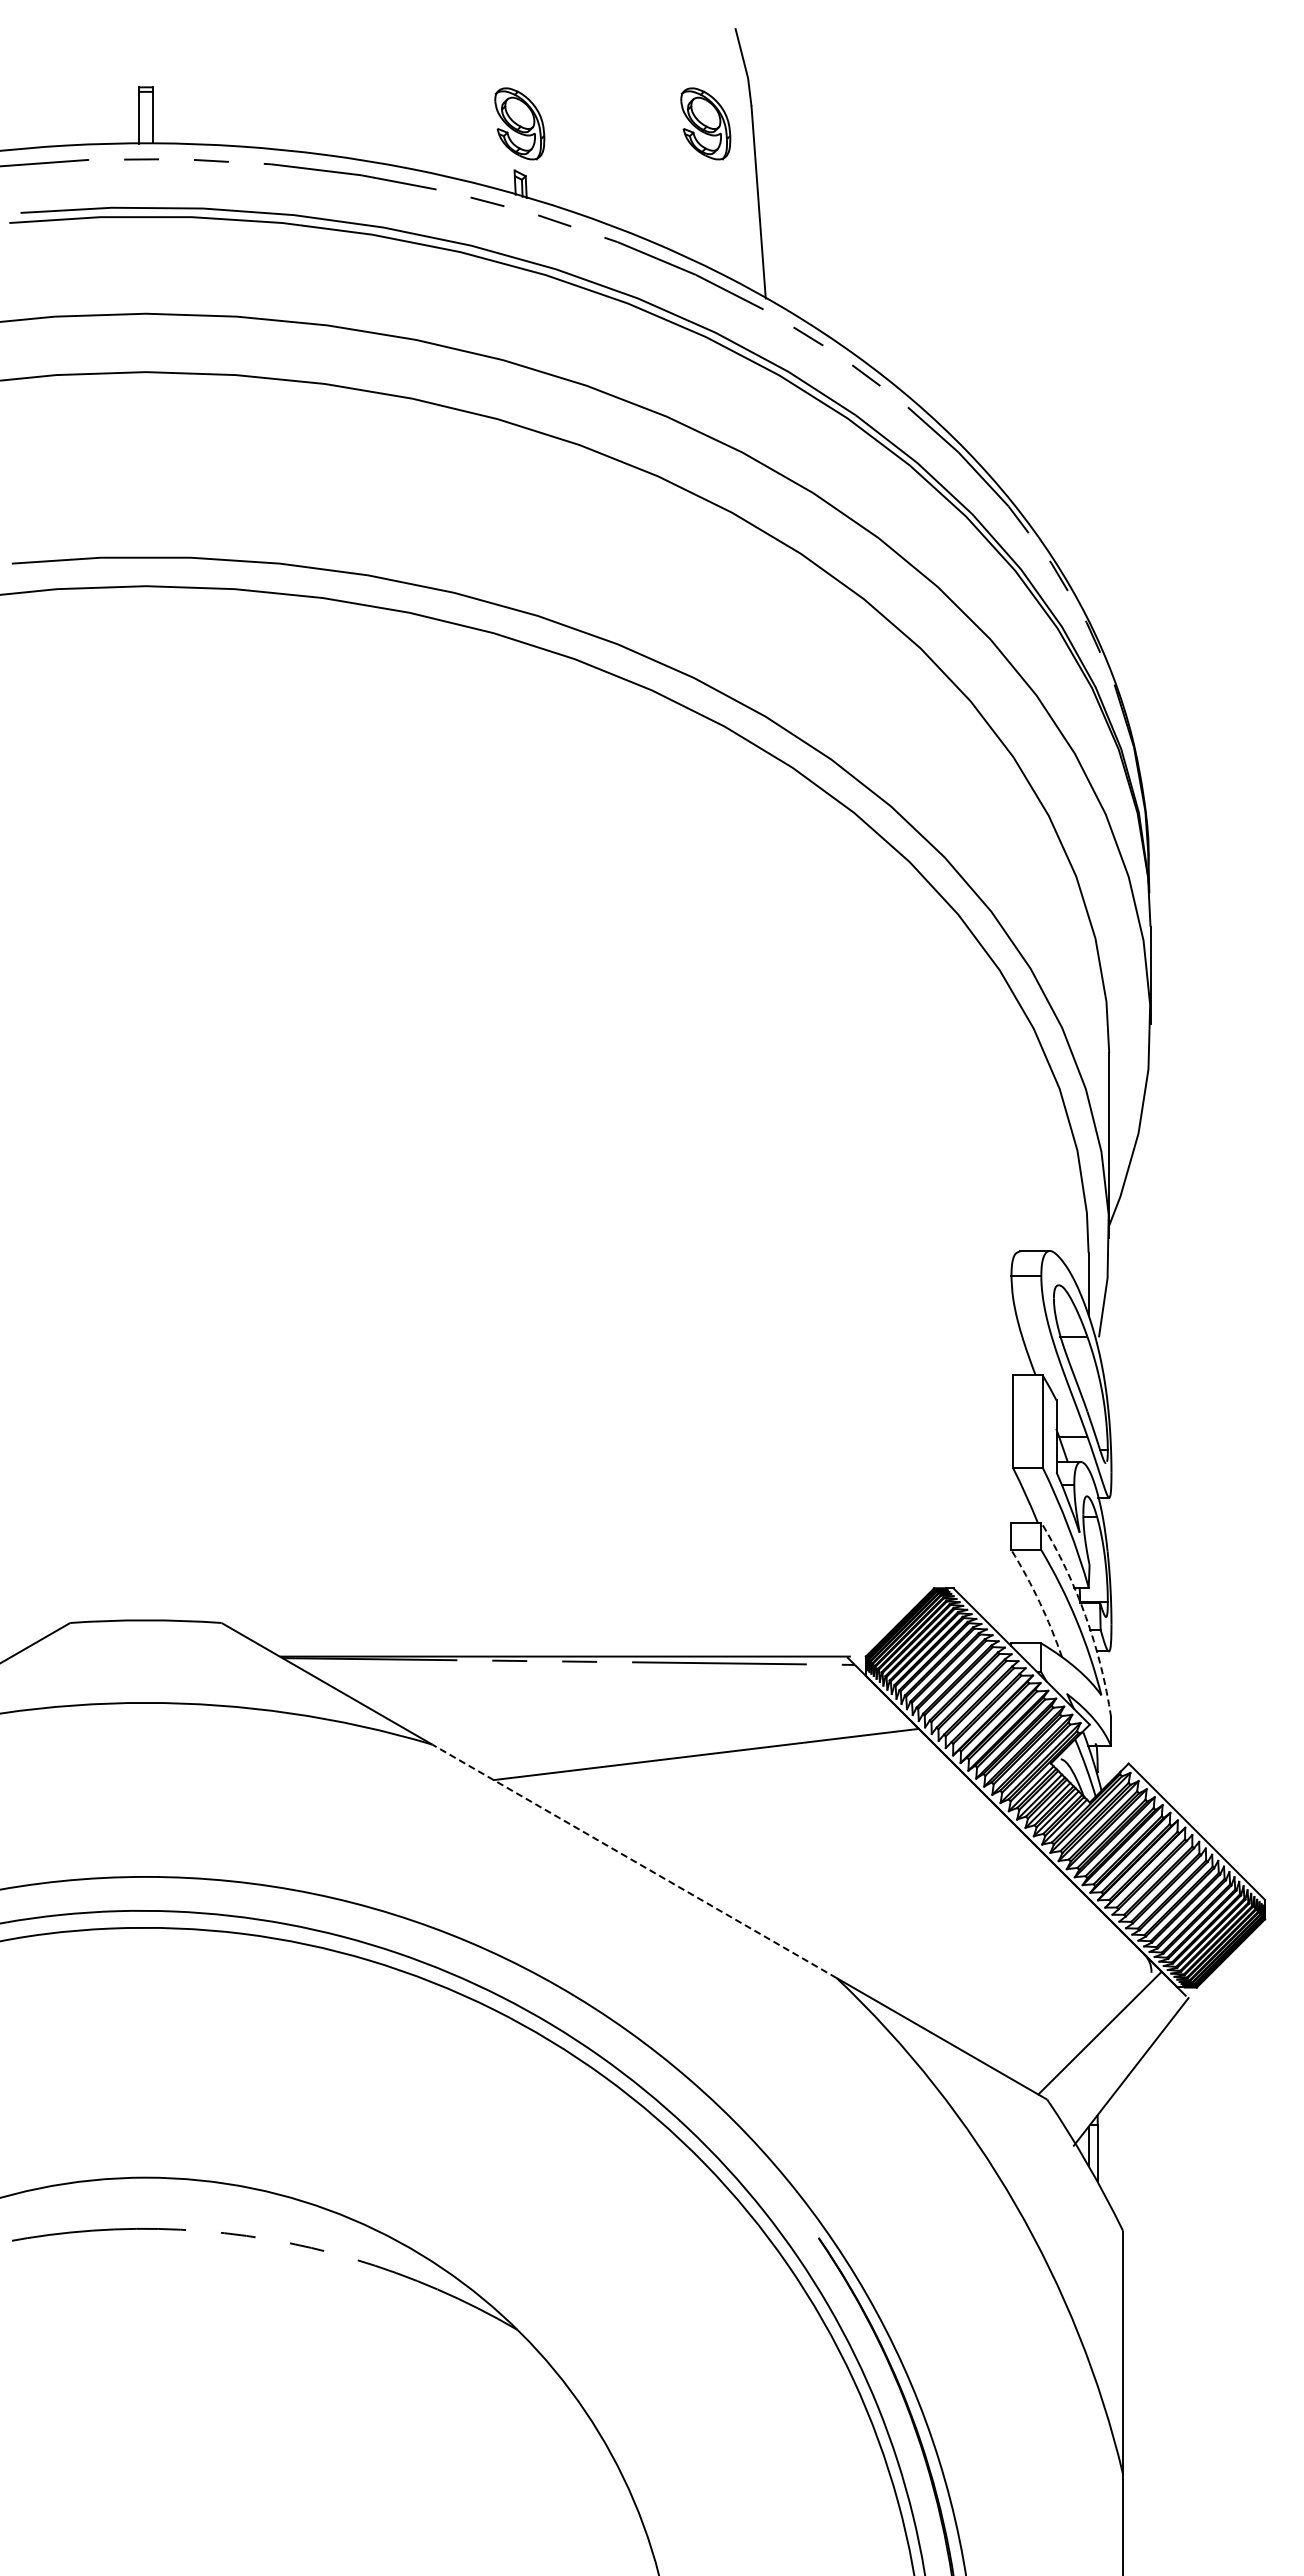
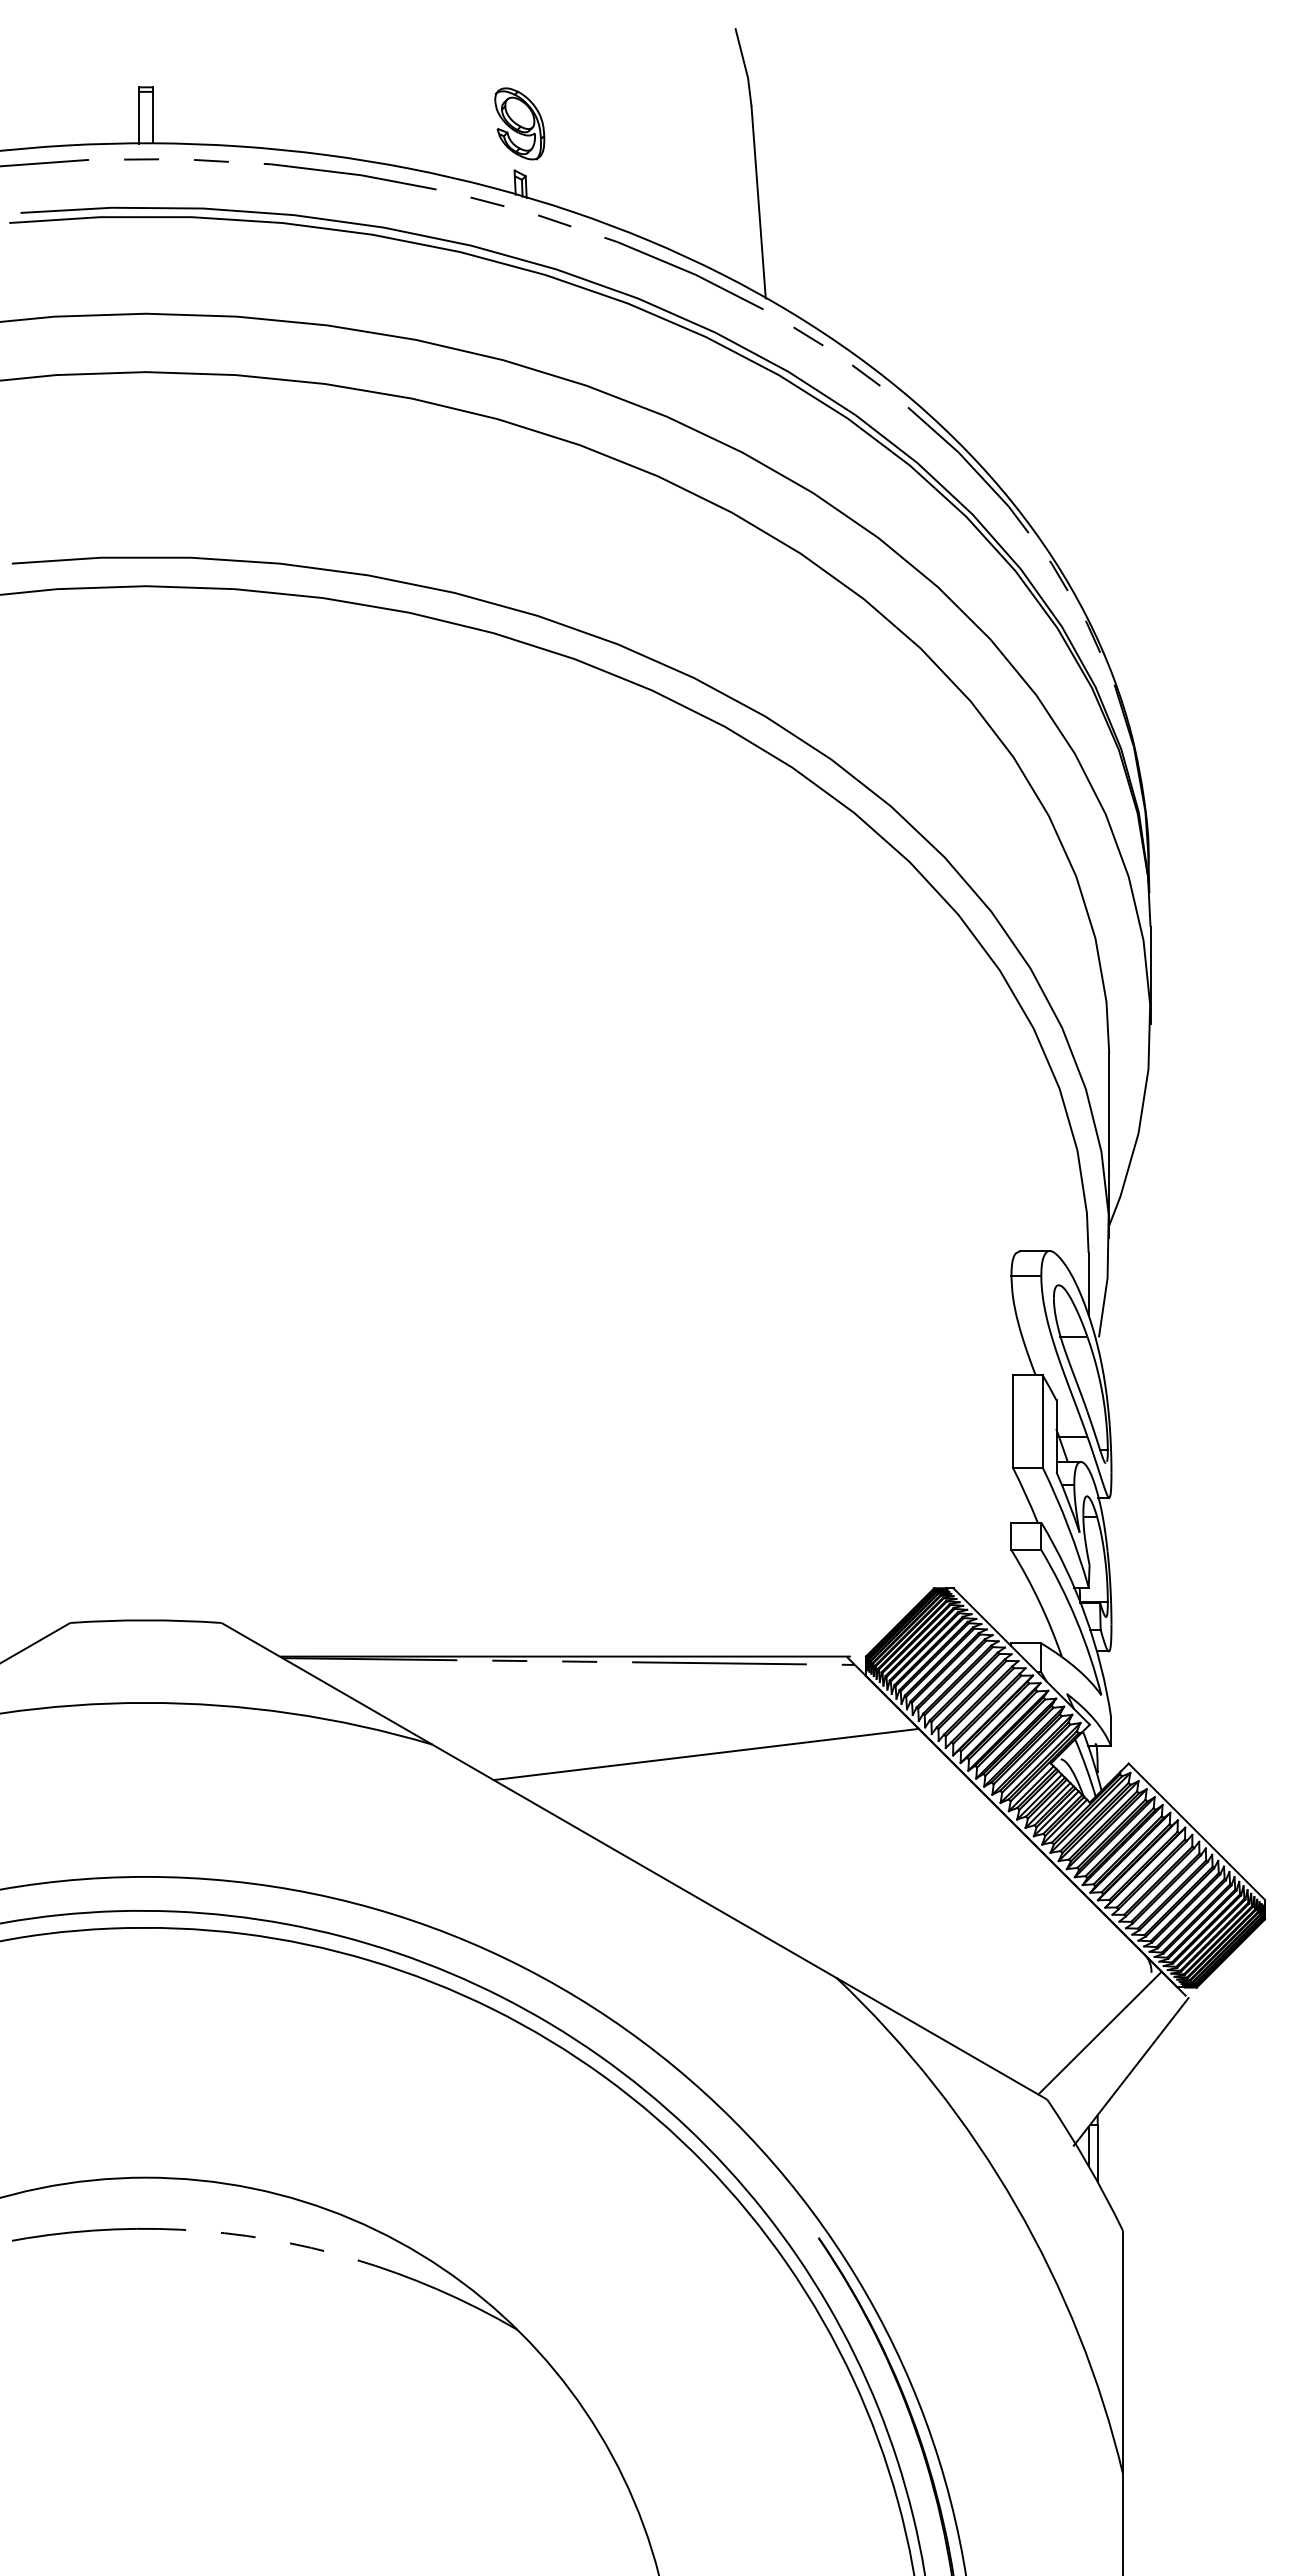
part at (705, 123): present -> none
arc at (1039, 1602): dashed -> solid
arc at (1085, 1616): dashed -> solid
line at (634, 1861): dashed -> solid
